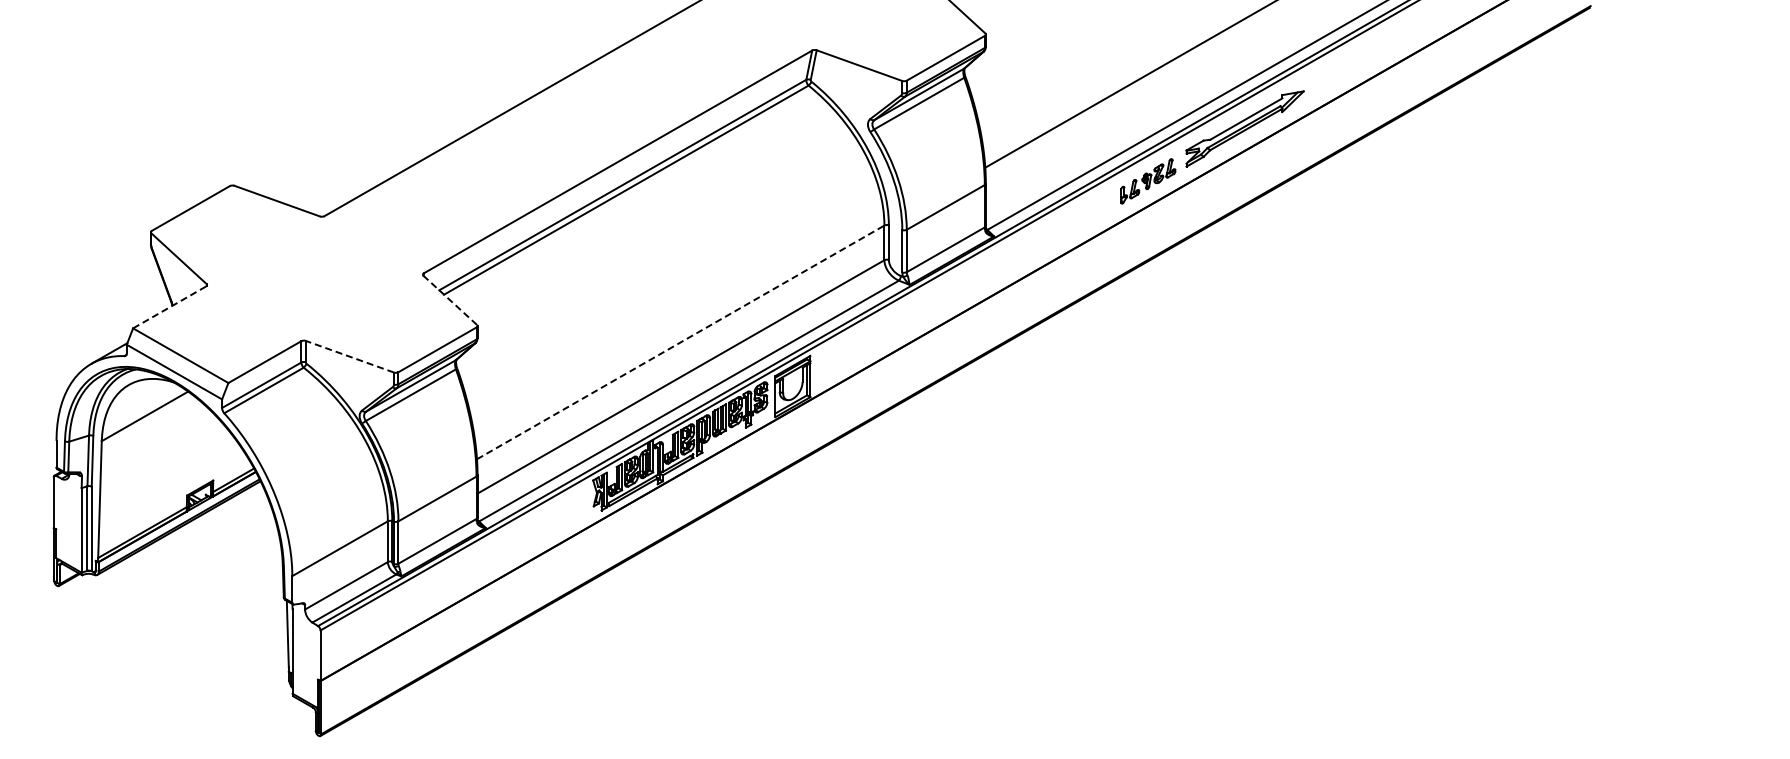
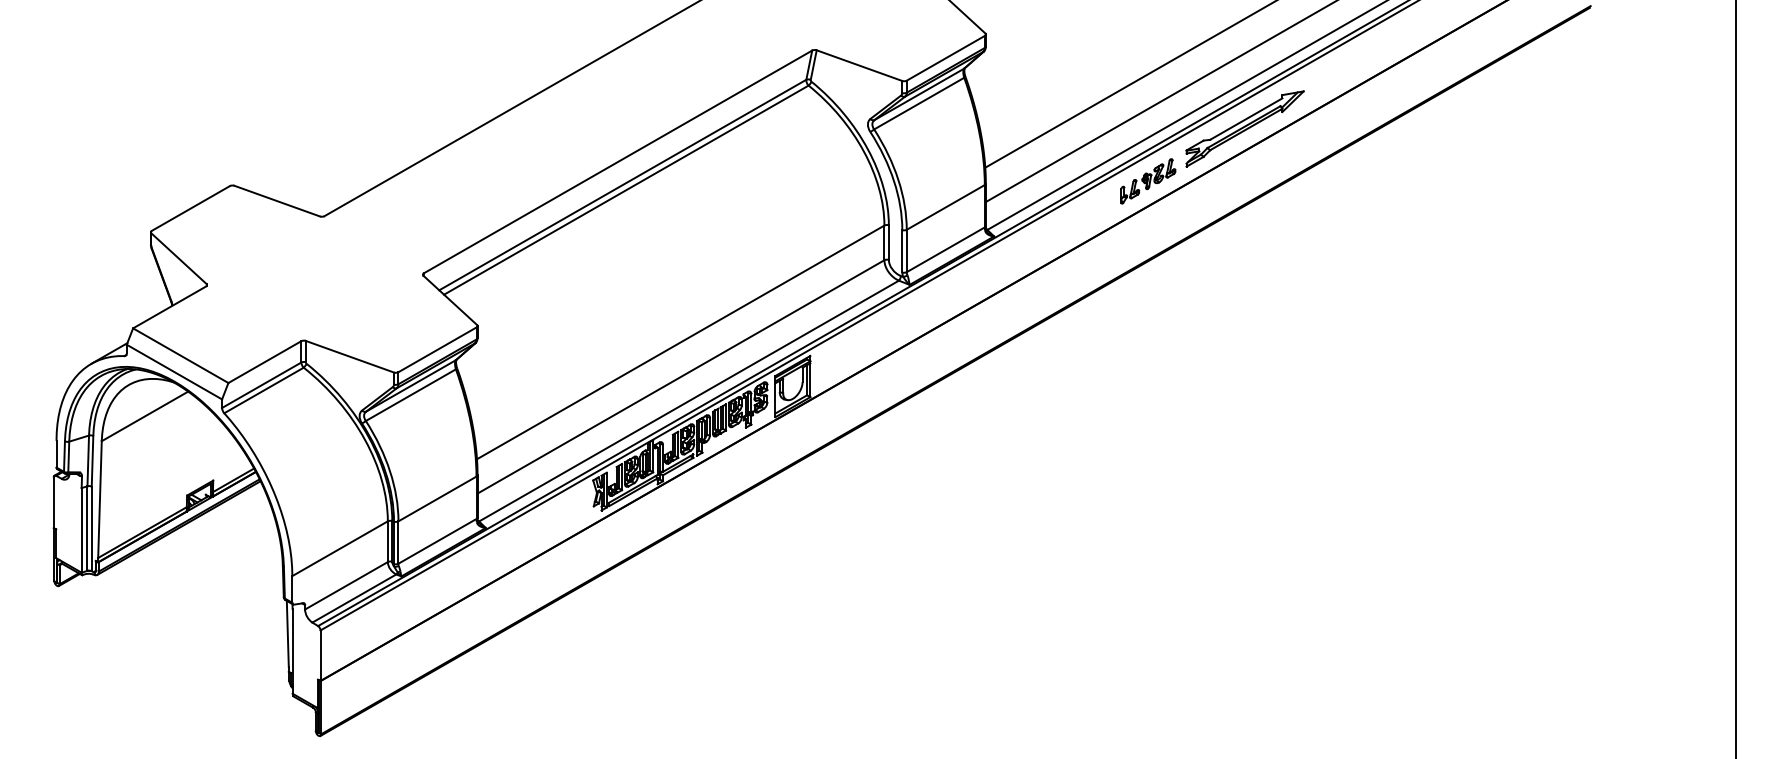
line at (1159, 102): none -> present
line at (449, 300): dashed -> solid
line at (169, 307): dashed -> solid
line at (680, 342): dashed -> solid
line at (349, 356): dashed -> solid
line at (1736, 378): none -> present
